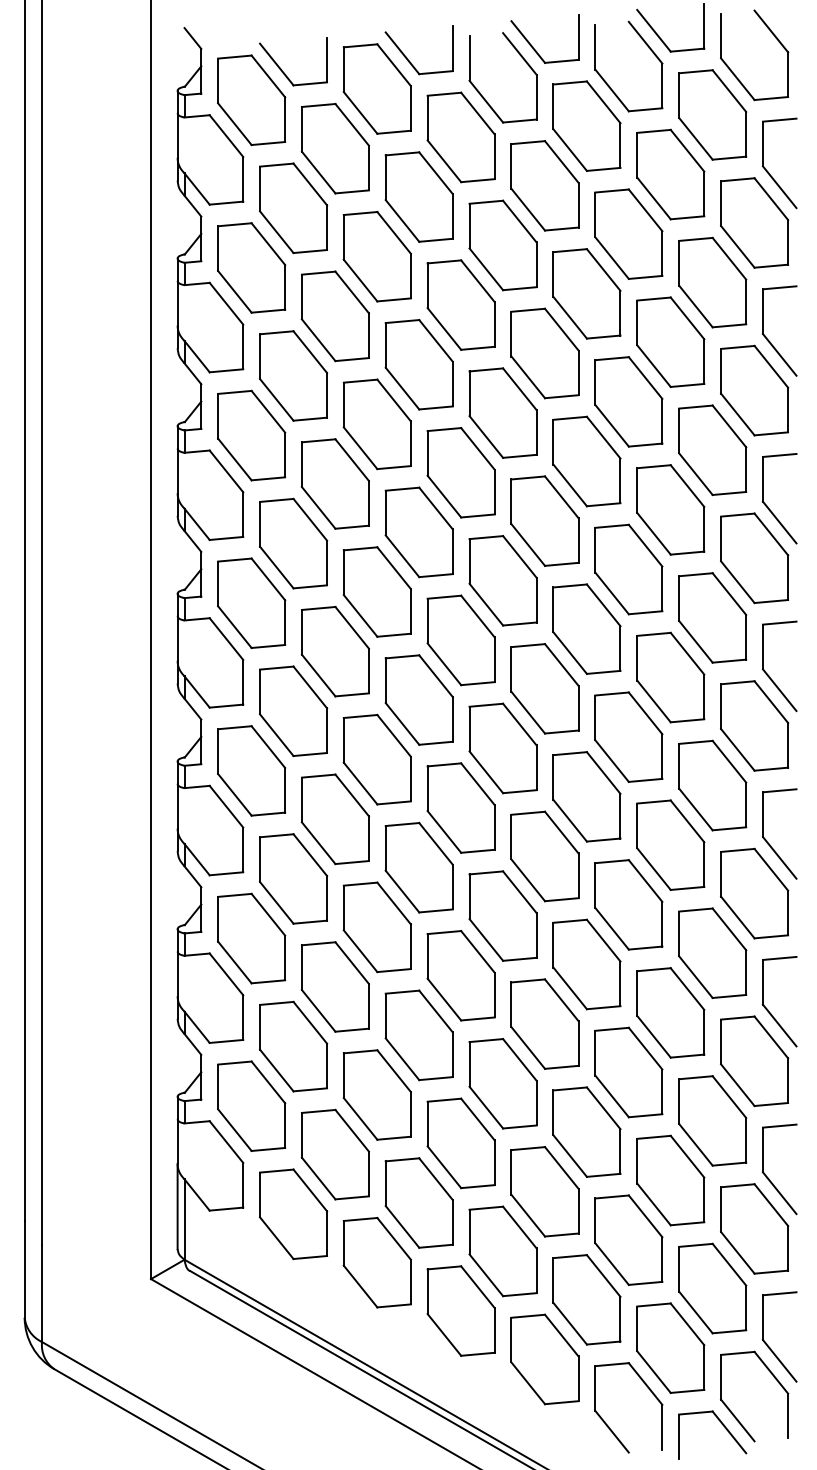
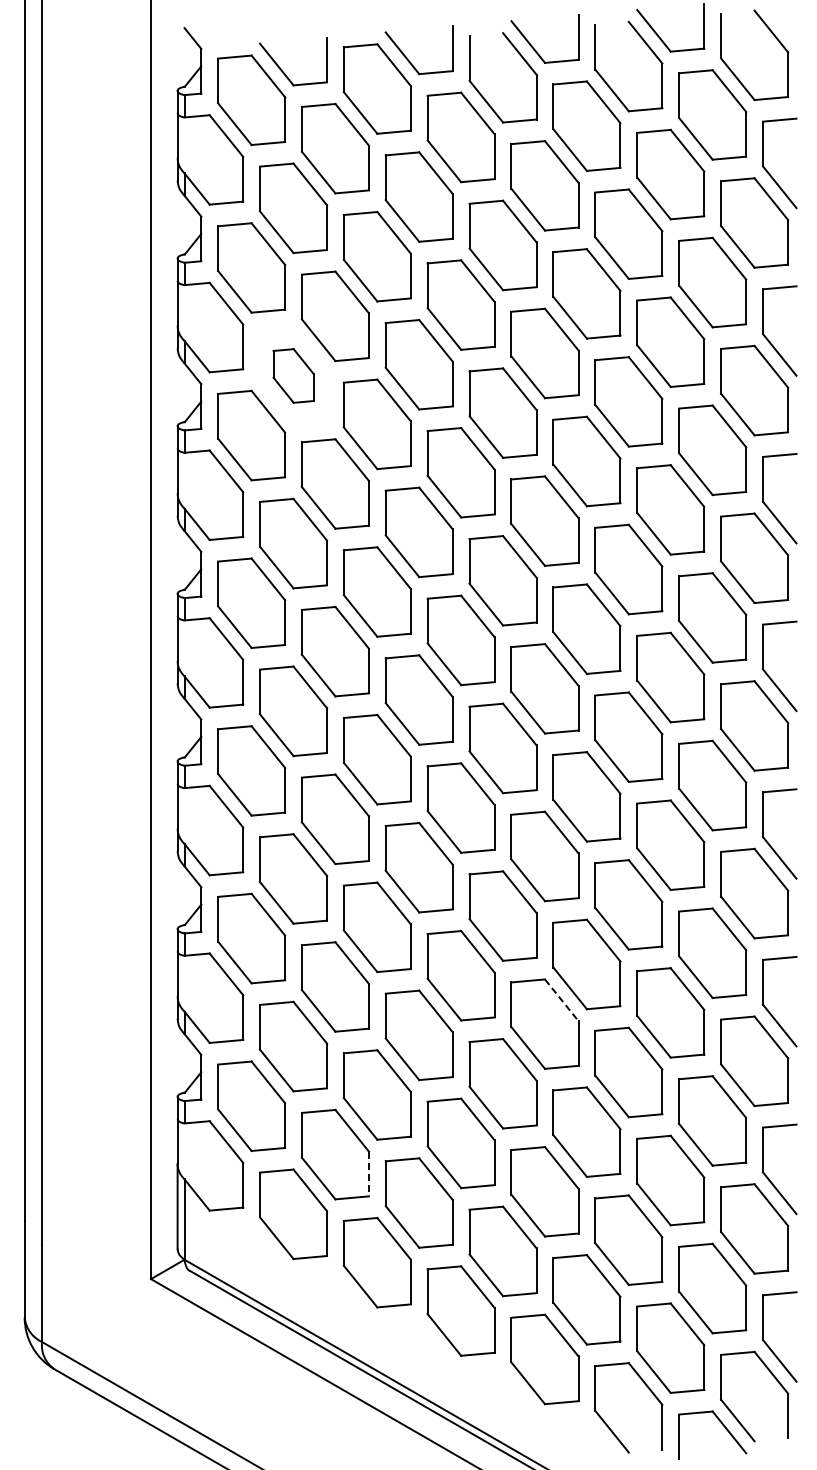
part at (293, 375) size: 70x92 px -> 43x56 px
line at (561, 1000): solid -> dashed
line at (368, 1174): solid -> dashed
